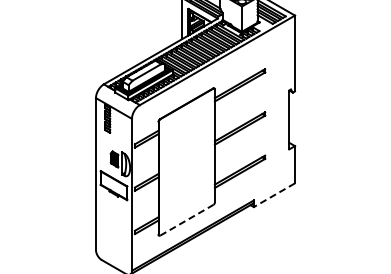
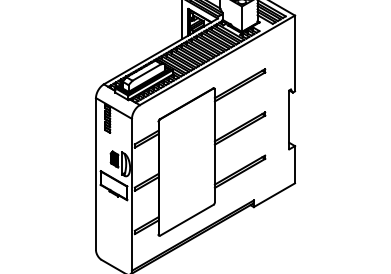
line at (274, 195): dashed -> solid
line at (186, 220): dashed -> solid
